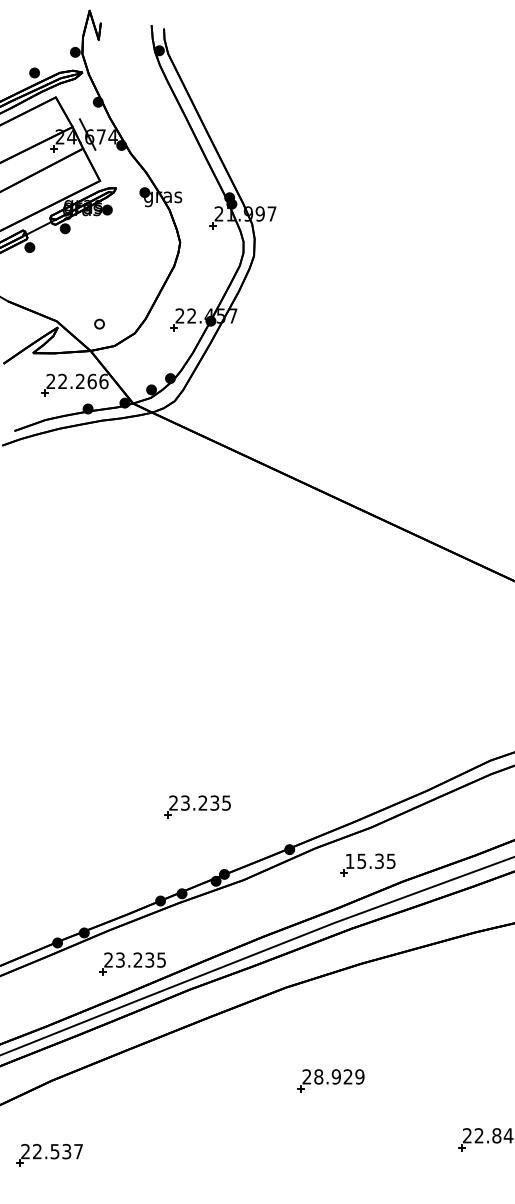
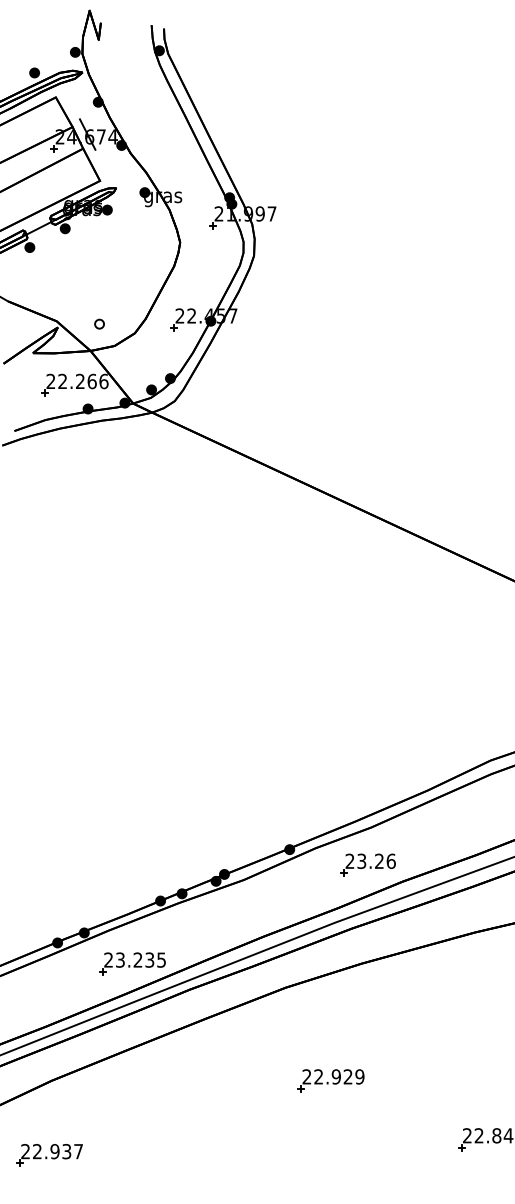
part at (197, 806): present -> none
text at (370, 861): 15.35 -> 23.26
text at (318, 1076): 28.929 -> 22.929
text at (54, 1151): 22.537 -> 22.937
